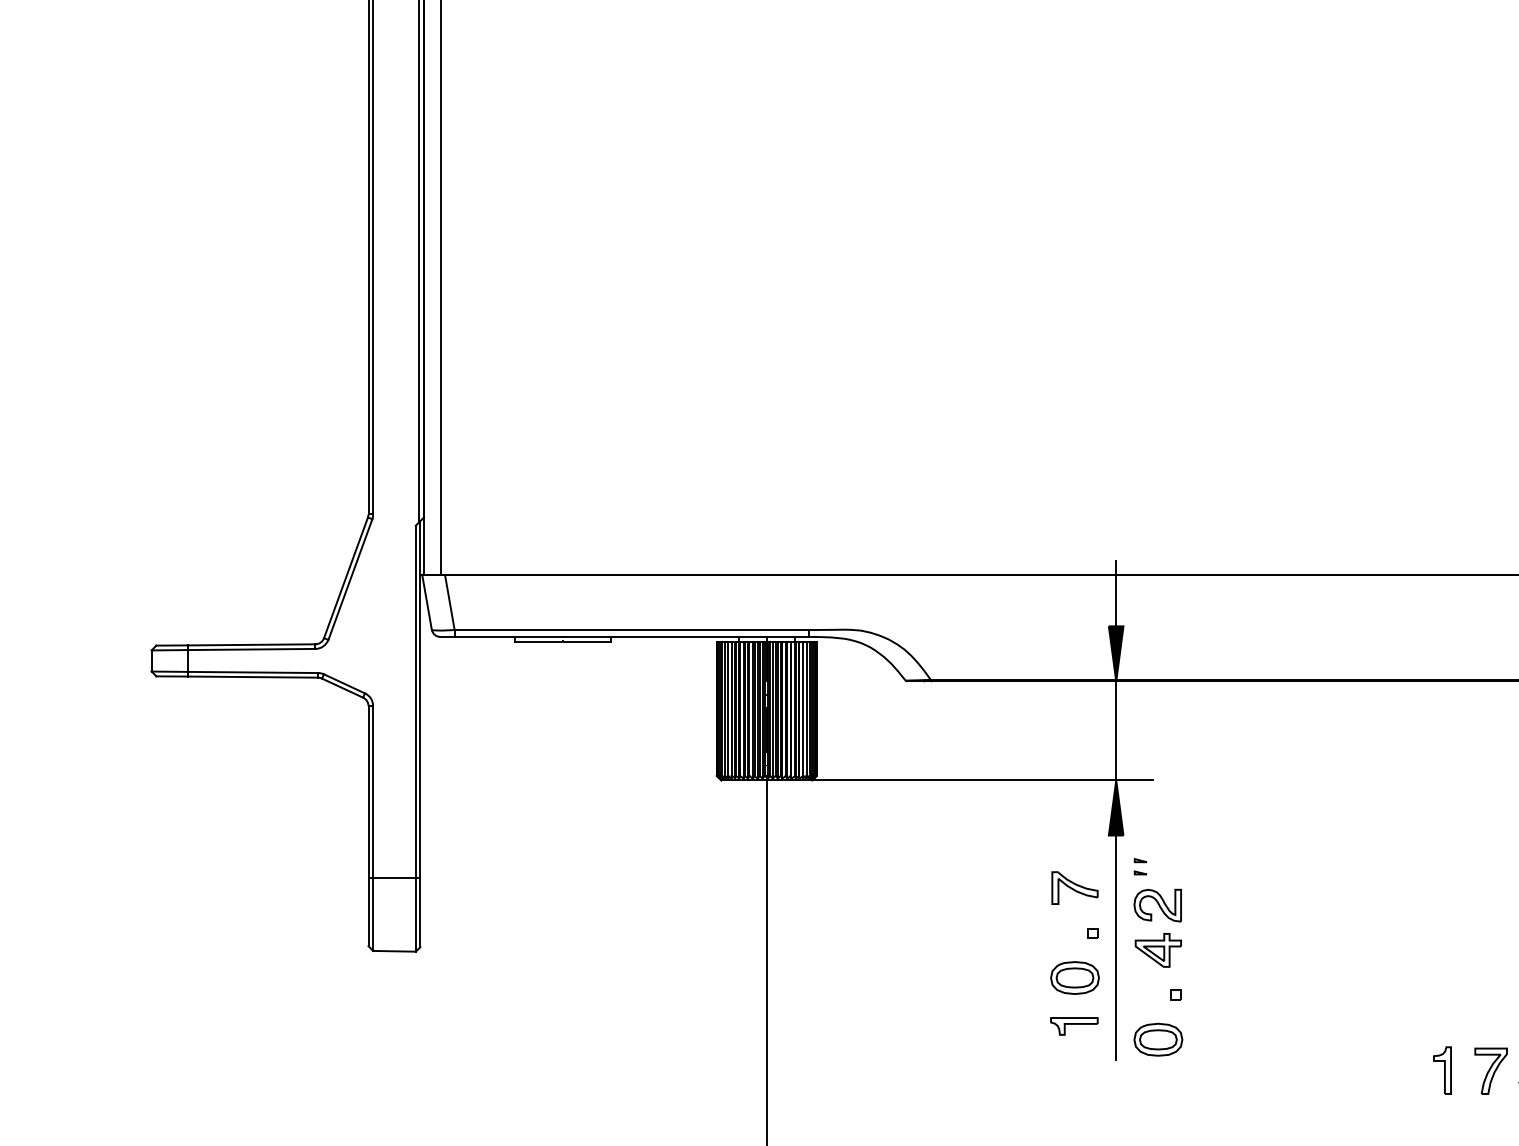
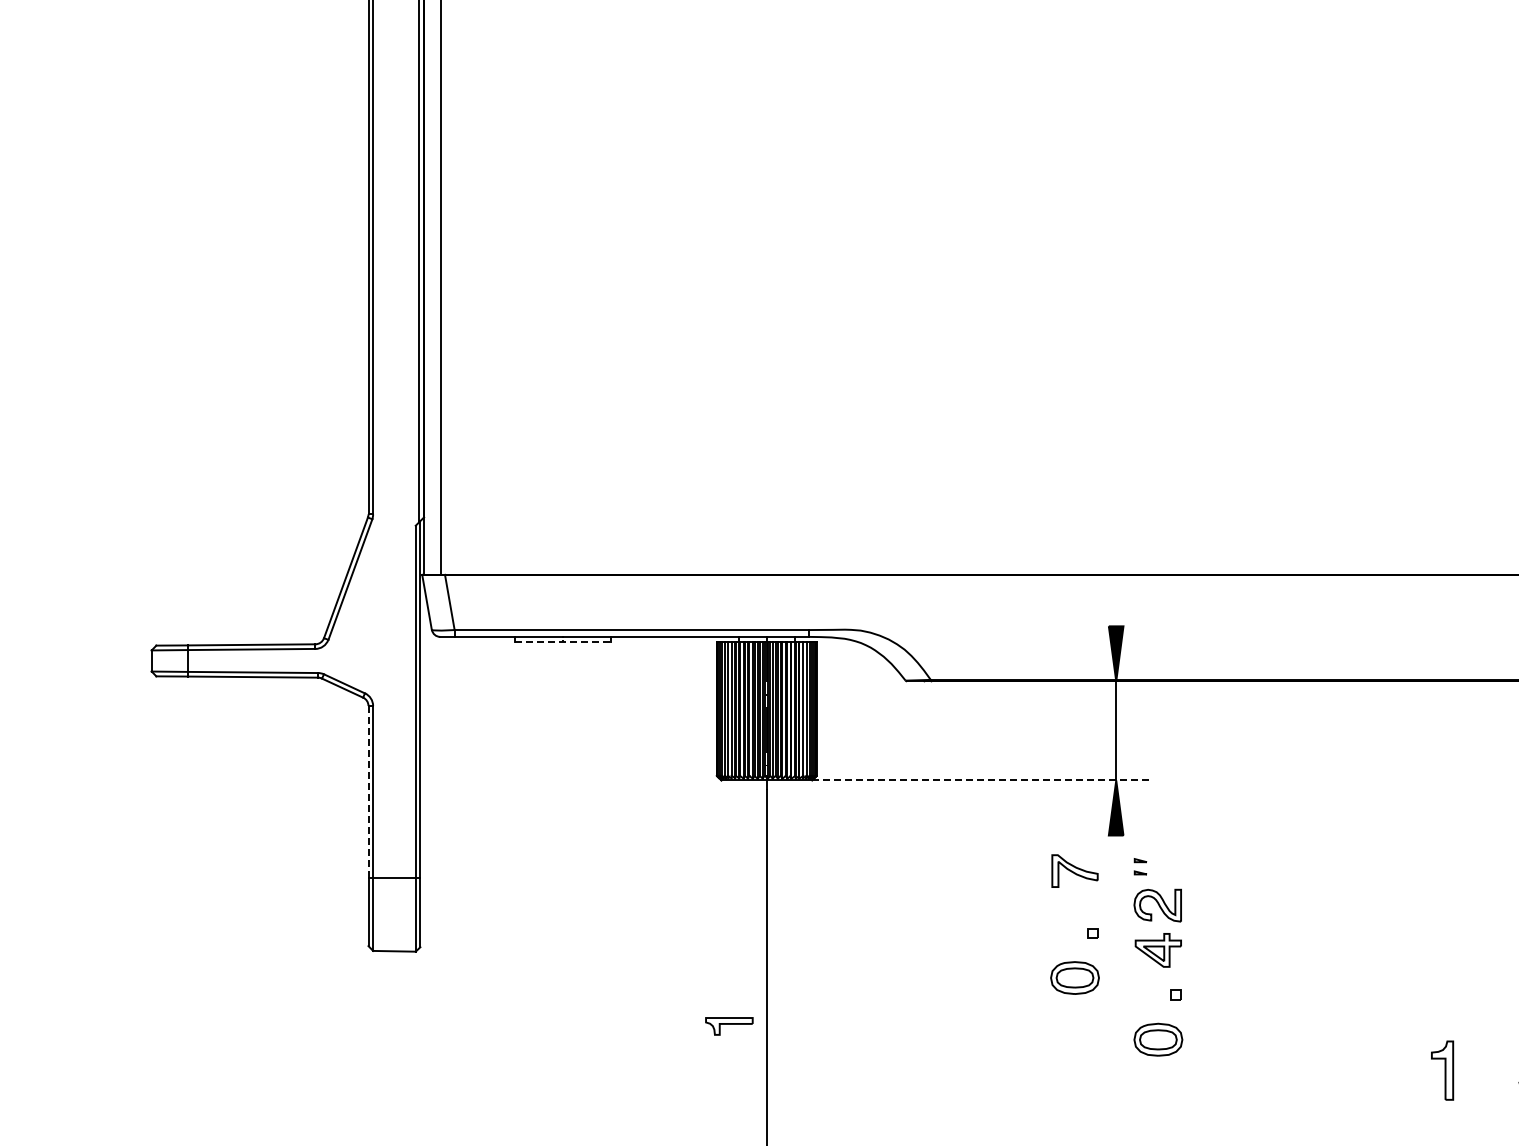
line at (1116, 593): present -> none
line at (563, 641): solid -> dashed
line at (982, 780): solid -> dashed
line at (368, 791): solid -> dashed
part at (1074, 887) position: (1074, 887) -> (1074, 870)
line at (1116, 947): present -> none
part at (1074, 1026) position: (1074, 1026) -> (729, 1026)
part at (1442, 1070) size: 19x49 px -> 24x61 px
part at (1490, 1070): present -> none
